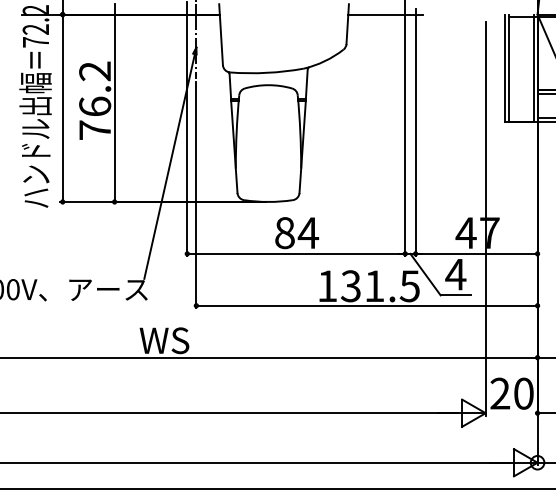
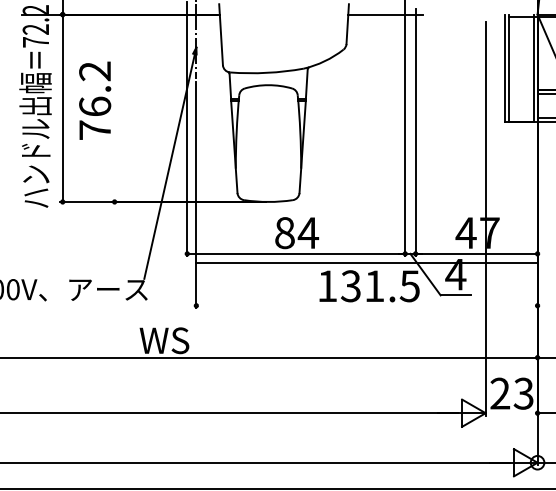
line at (114, 102): present -> none
line at (366, 305) position: (366, 305) -> (366, 262)
text at (523, 393): 20 -> 23
